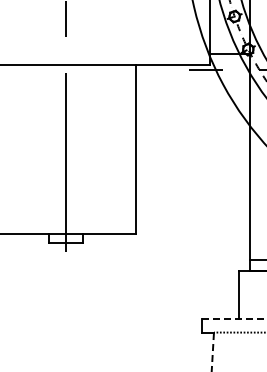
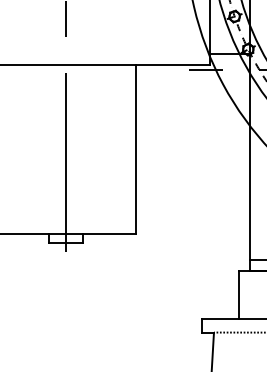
line at (234, 318): dashed -> solid
line at (212, 352): dashed -> solid
